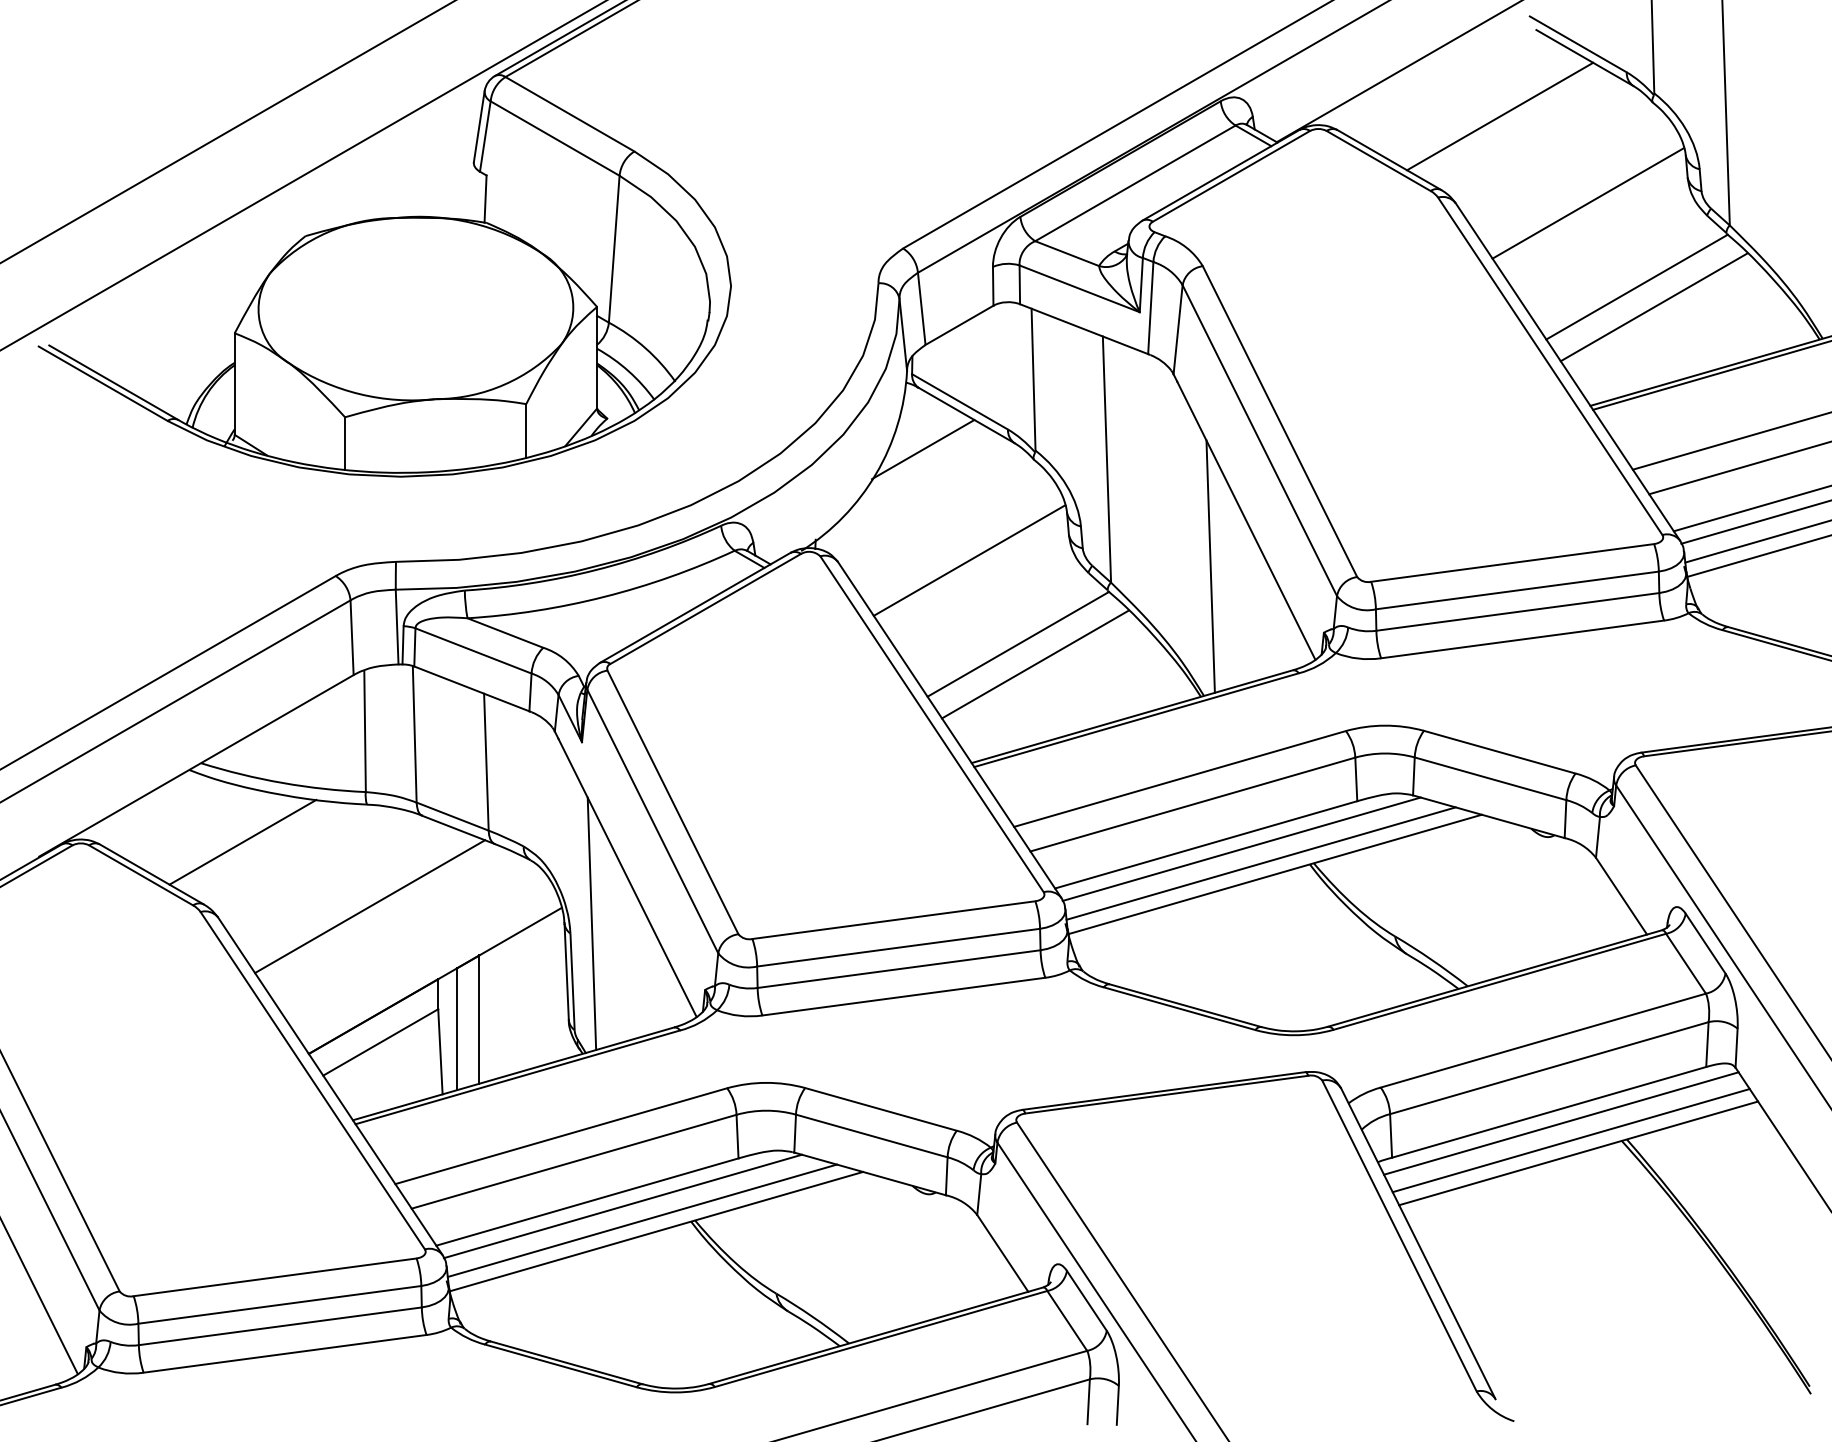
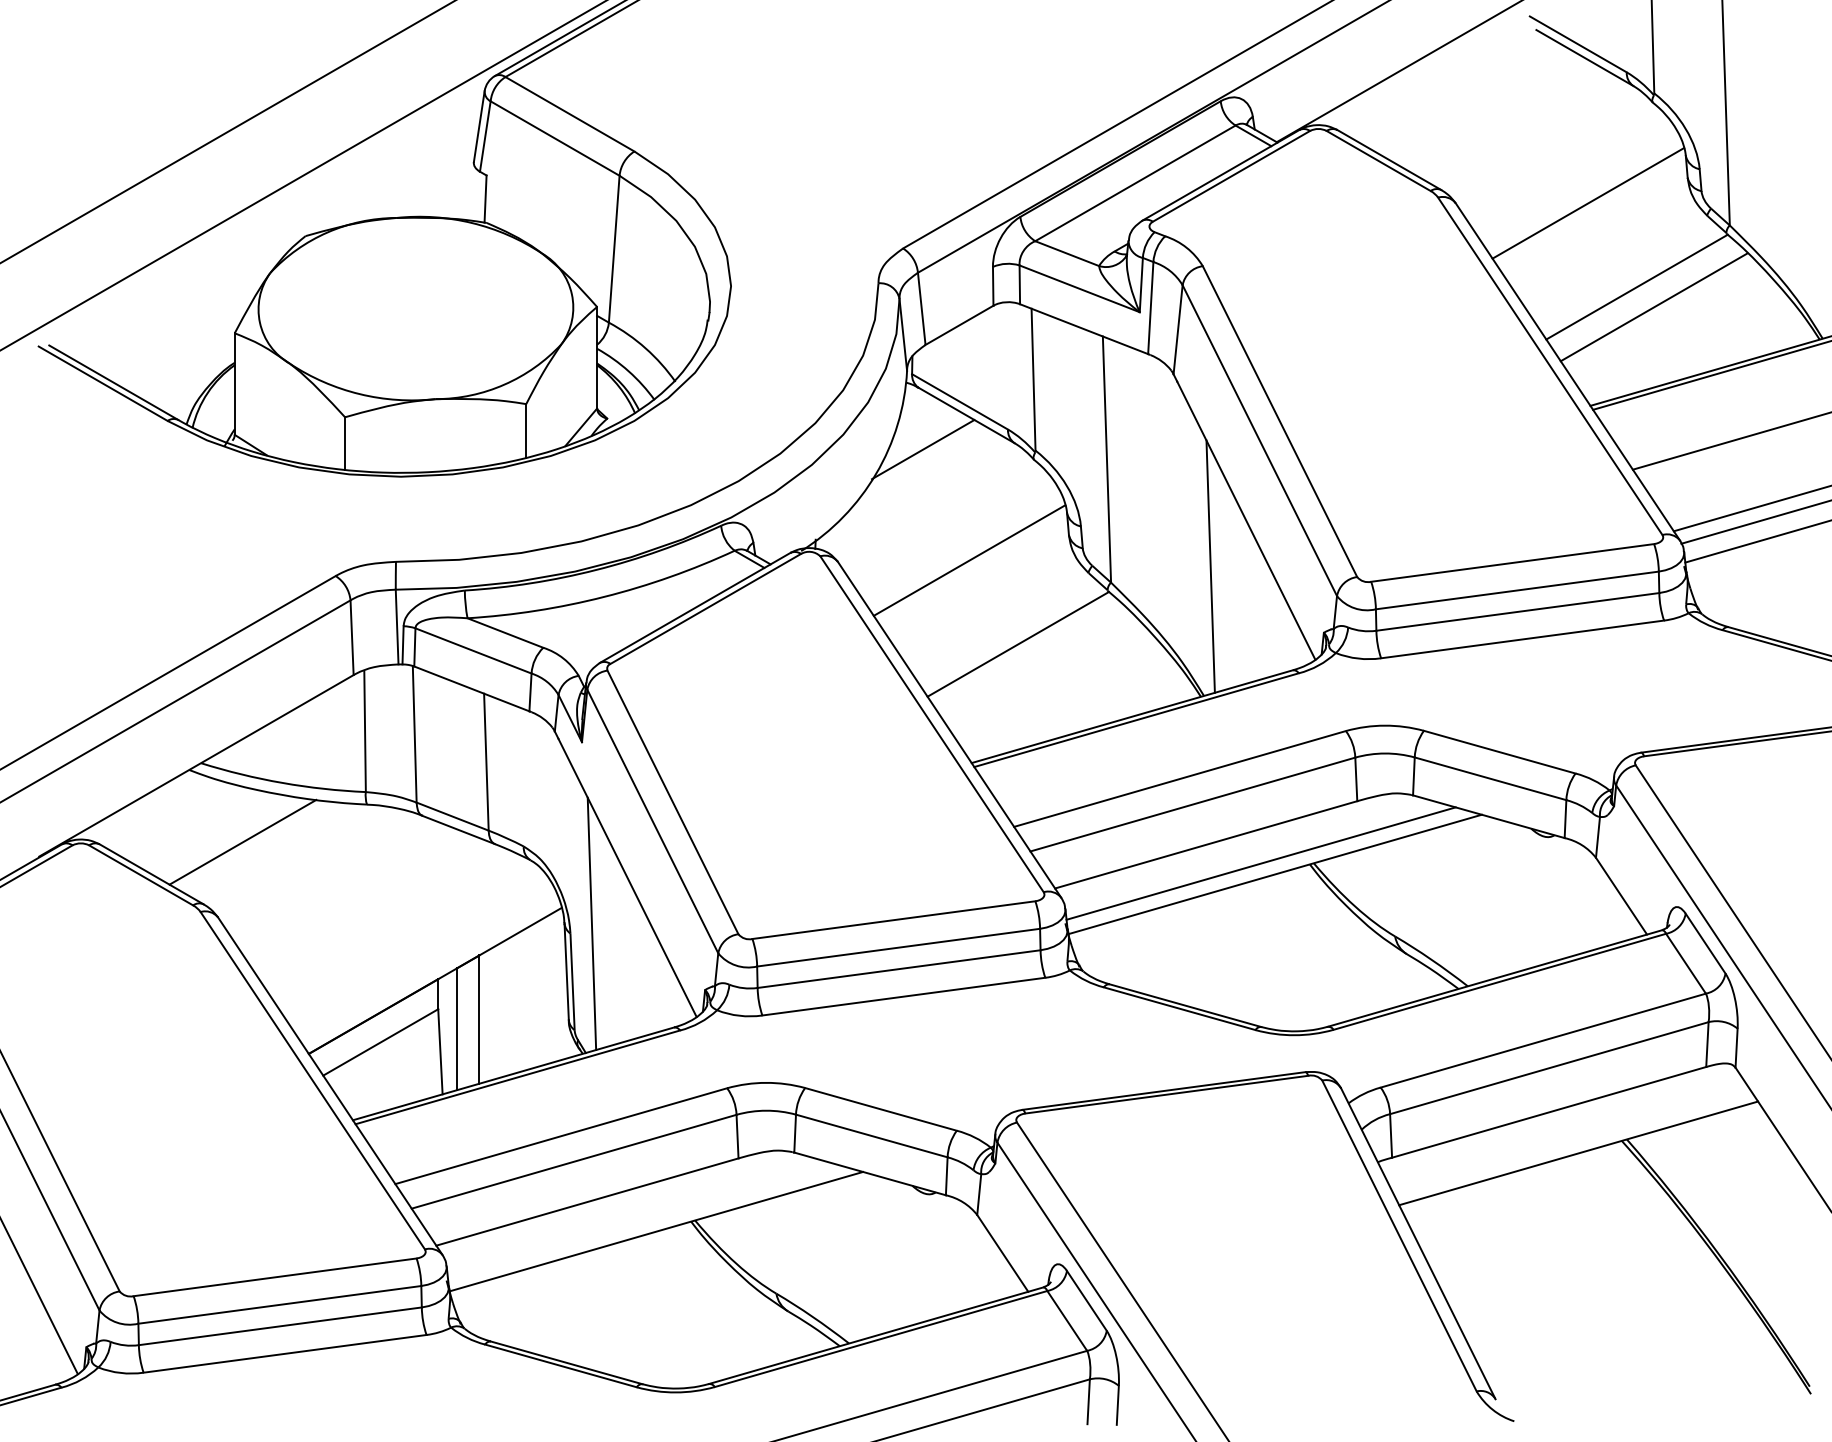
line at (1500, 116): present -> none
line at (1738, 468): present -> none
line at (1757, 556): present -> none
line at (1035, 664): present -> none
line at (1241, 848): present -> none
line at (370, 906): present -> none
line at (1561, 1123): present -> none
line at (1570, 1140): present -> none
line at (622, 1206): present -> none
line at (641, 1220): present -> none
